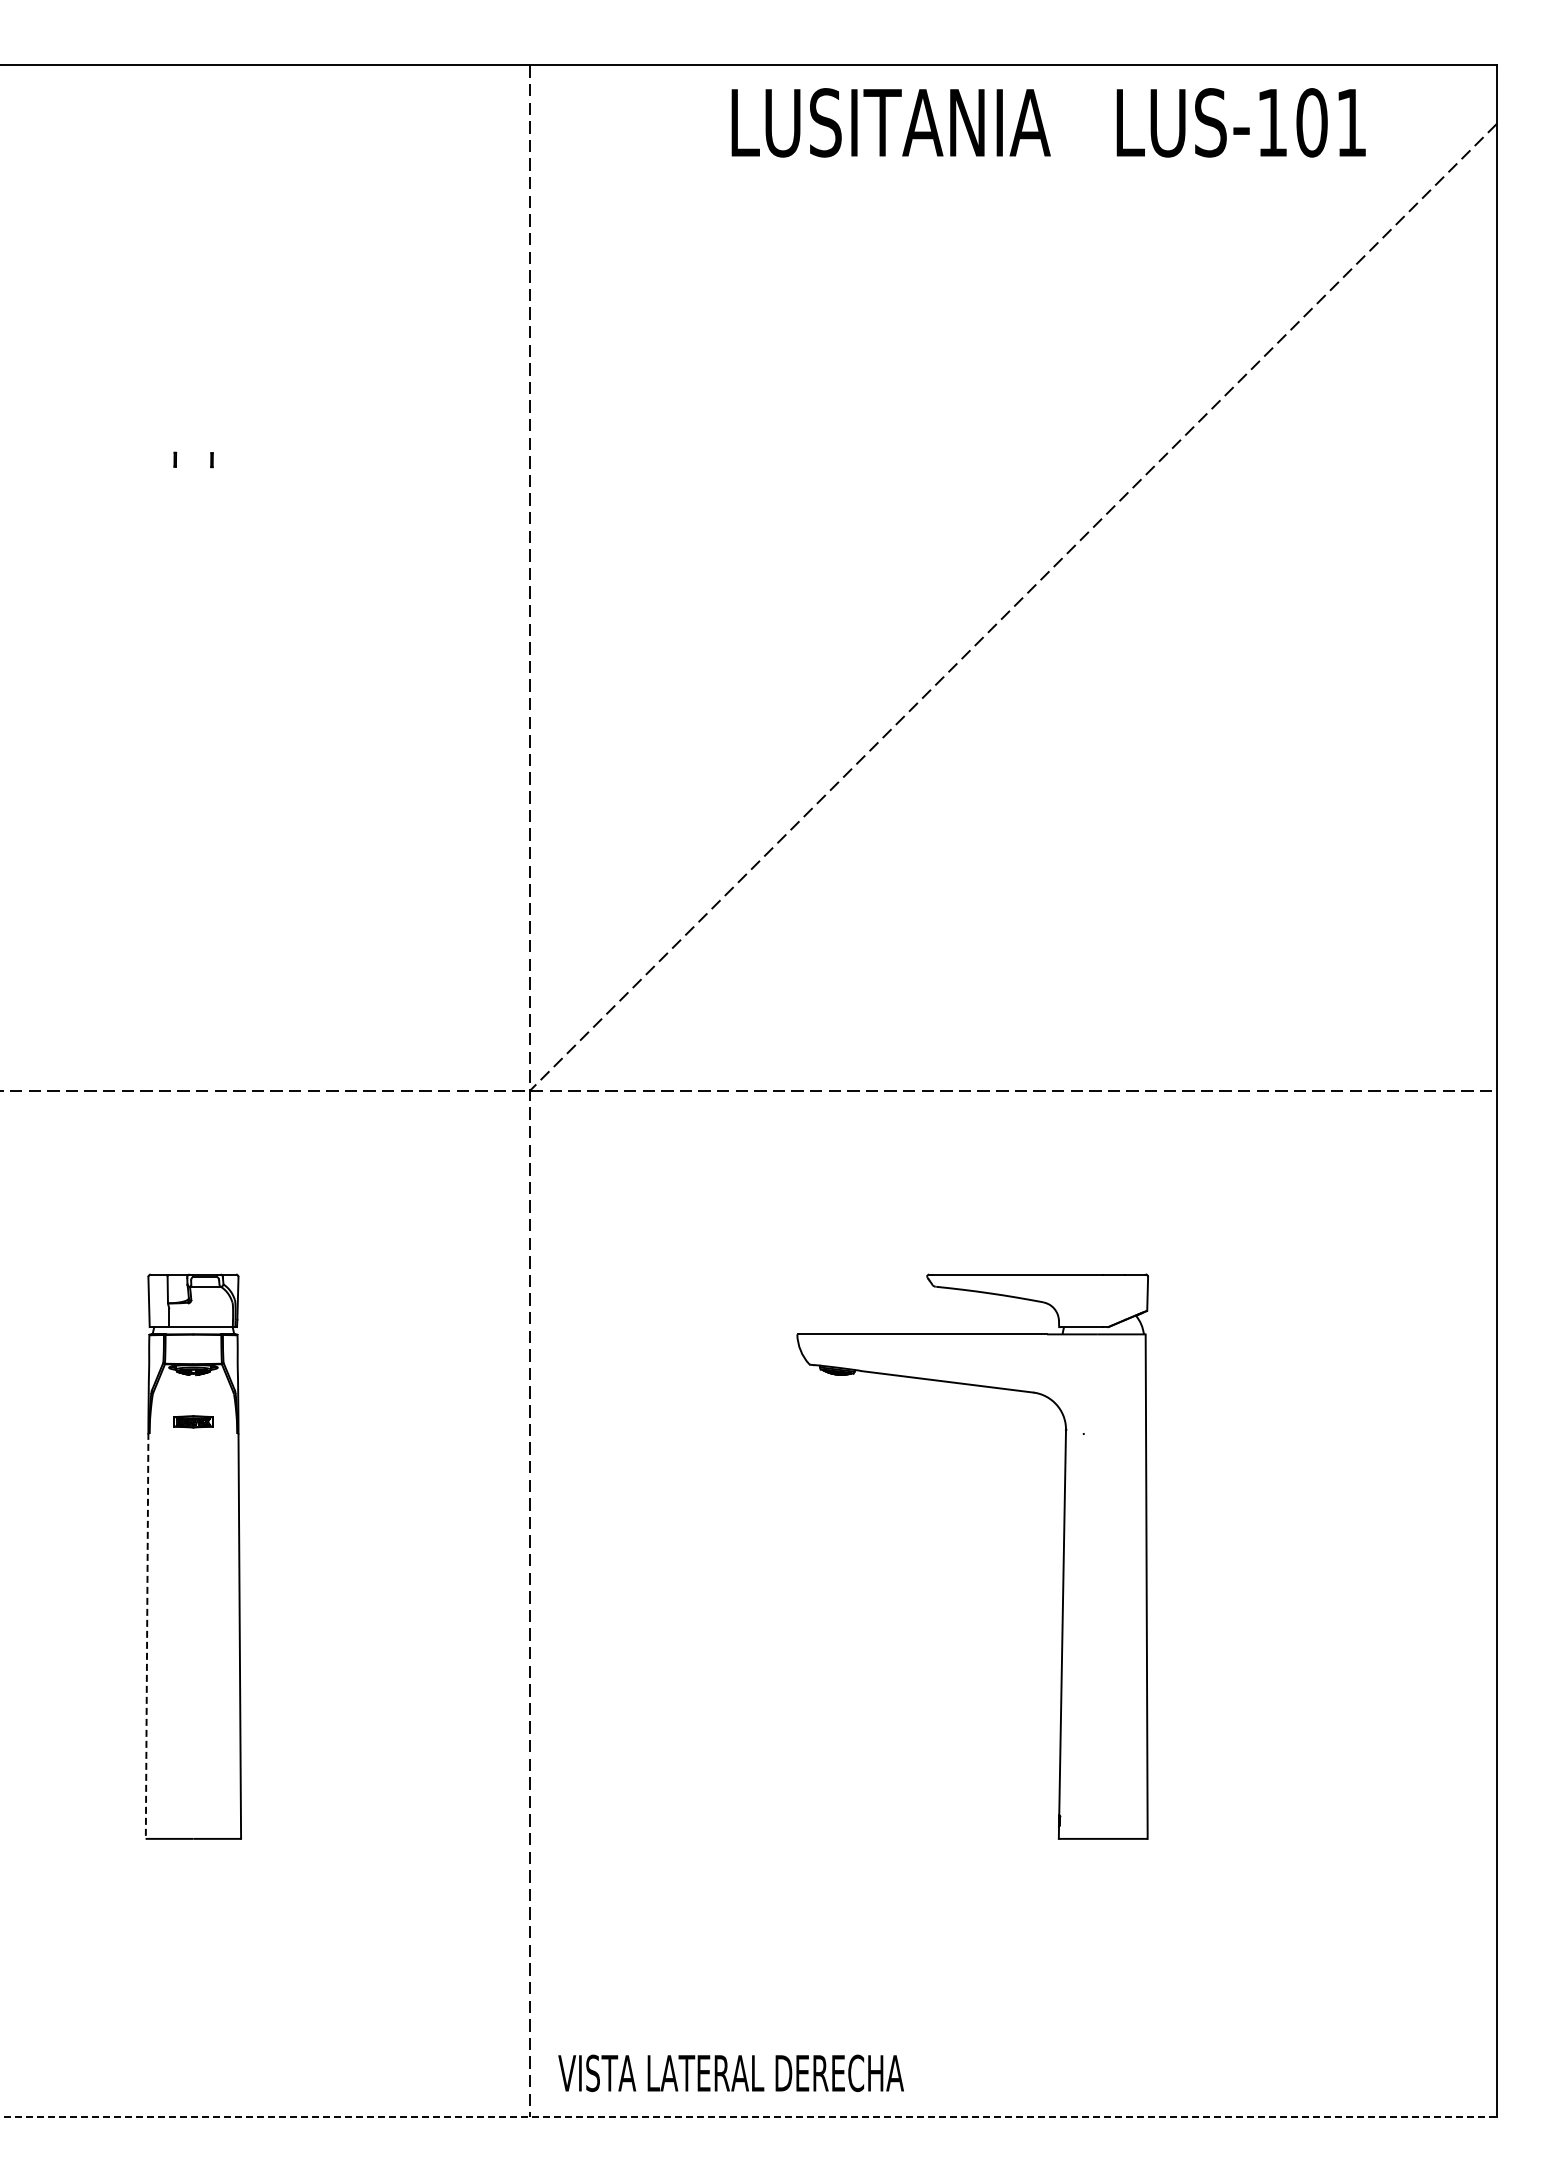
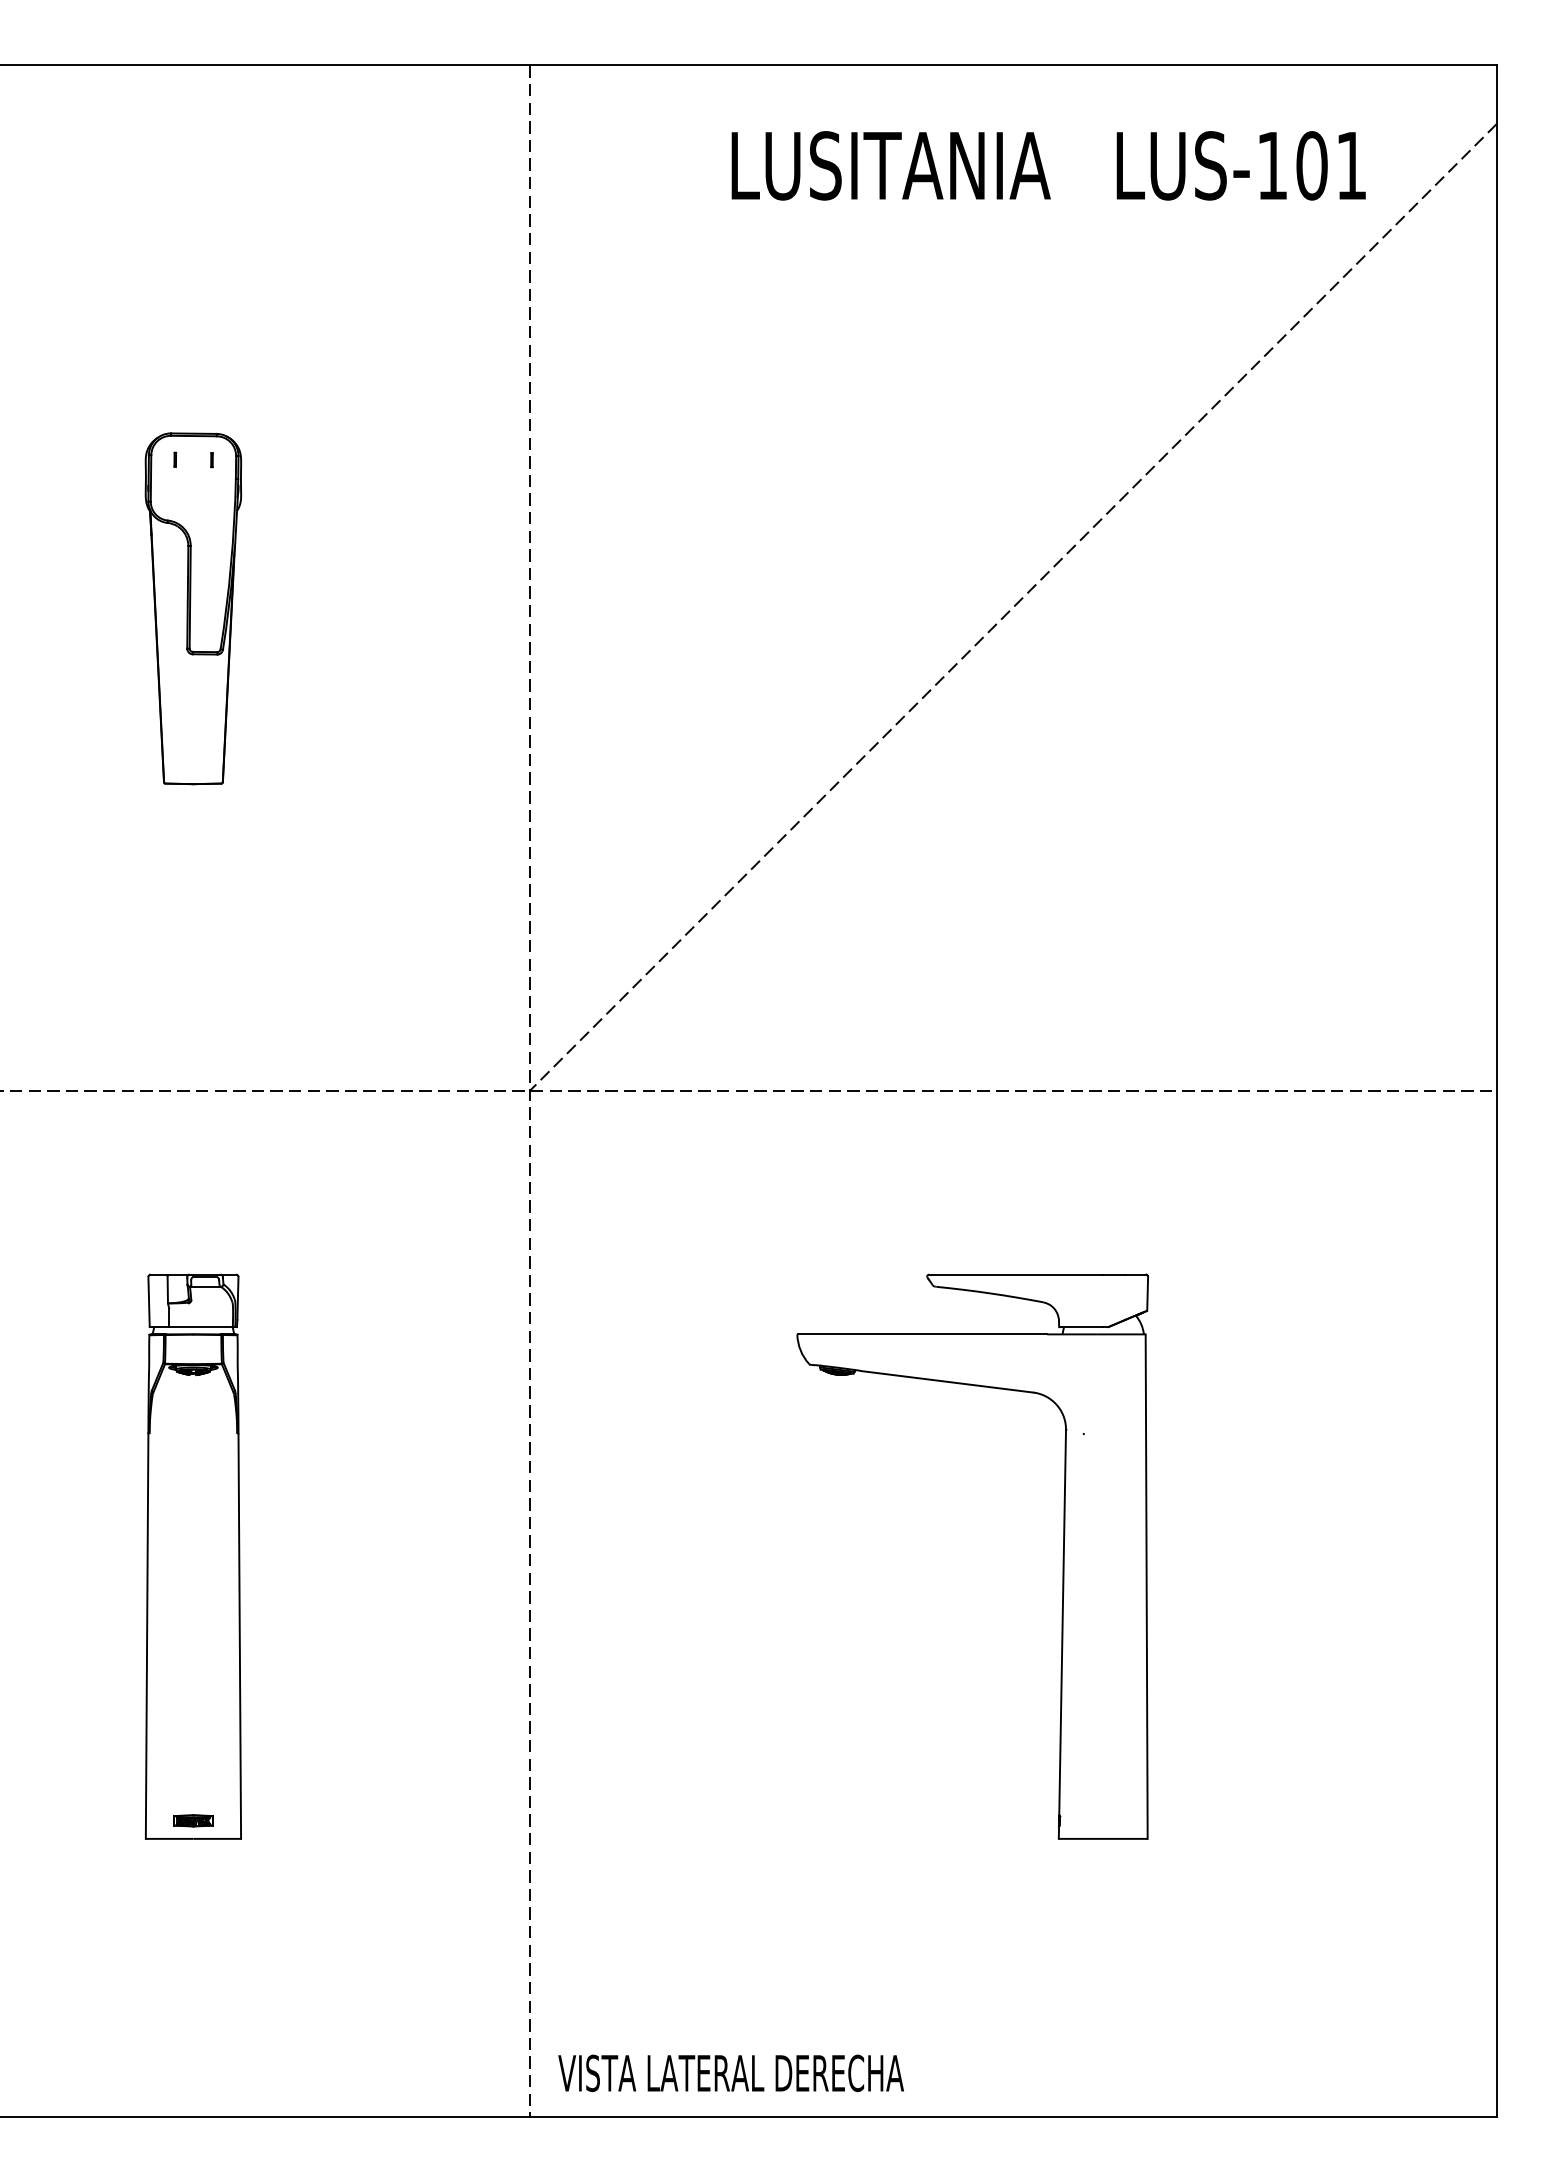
text at (1048, 122) position: (1048, 122) -> (1048, 165)
part at (193, 608): none -> present
part at (193, 1421) position: (193, 1421) -> (193, 1820)
line at (147, 1636): dashed -> solid
line at (748, 2116): dashed -> solid
